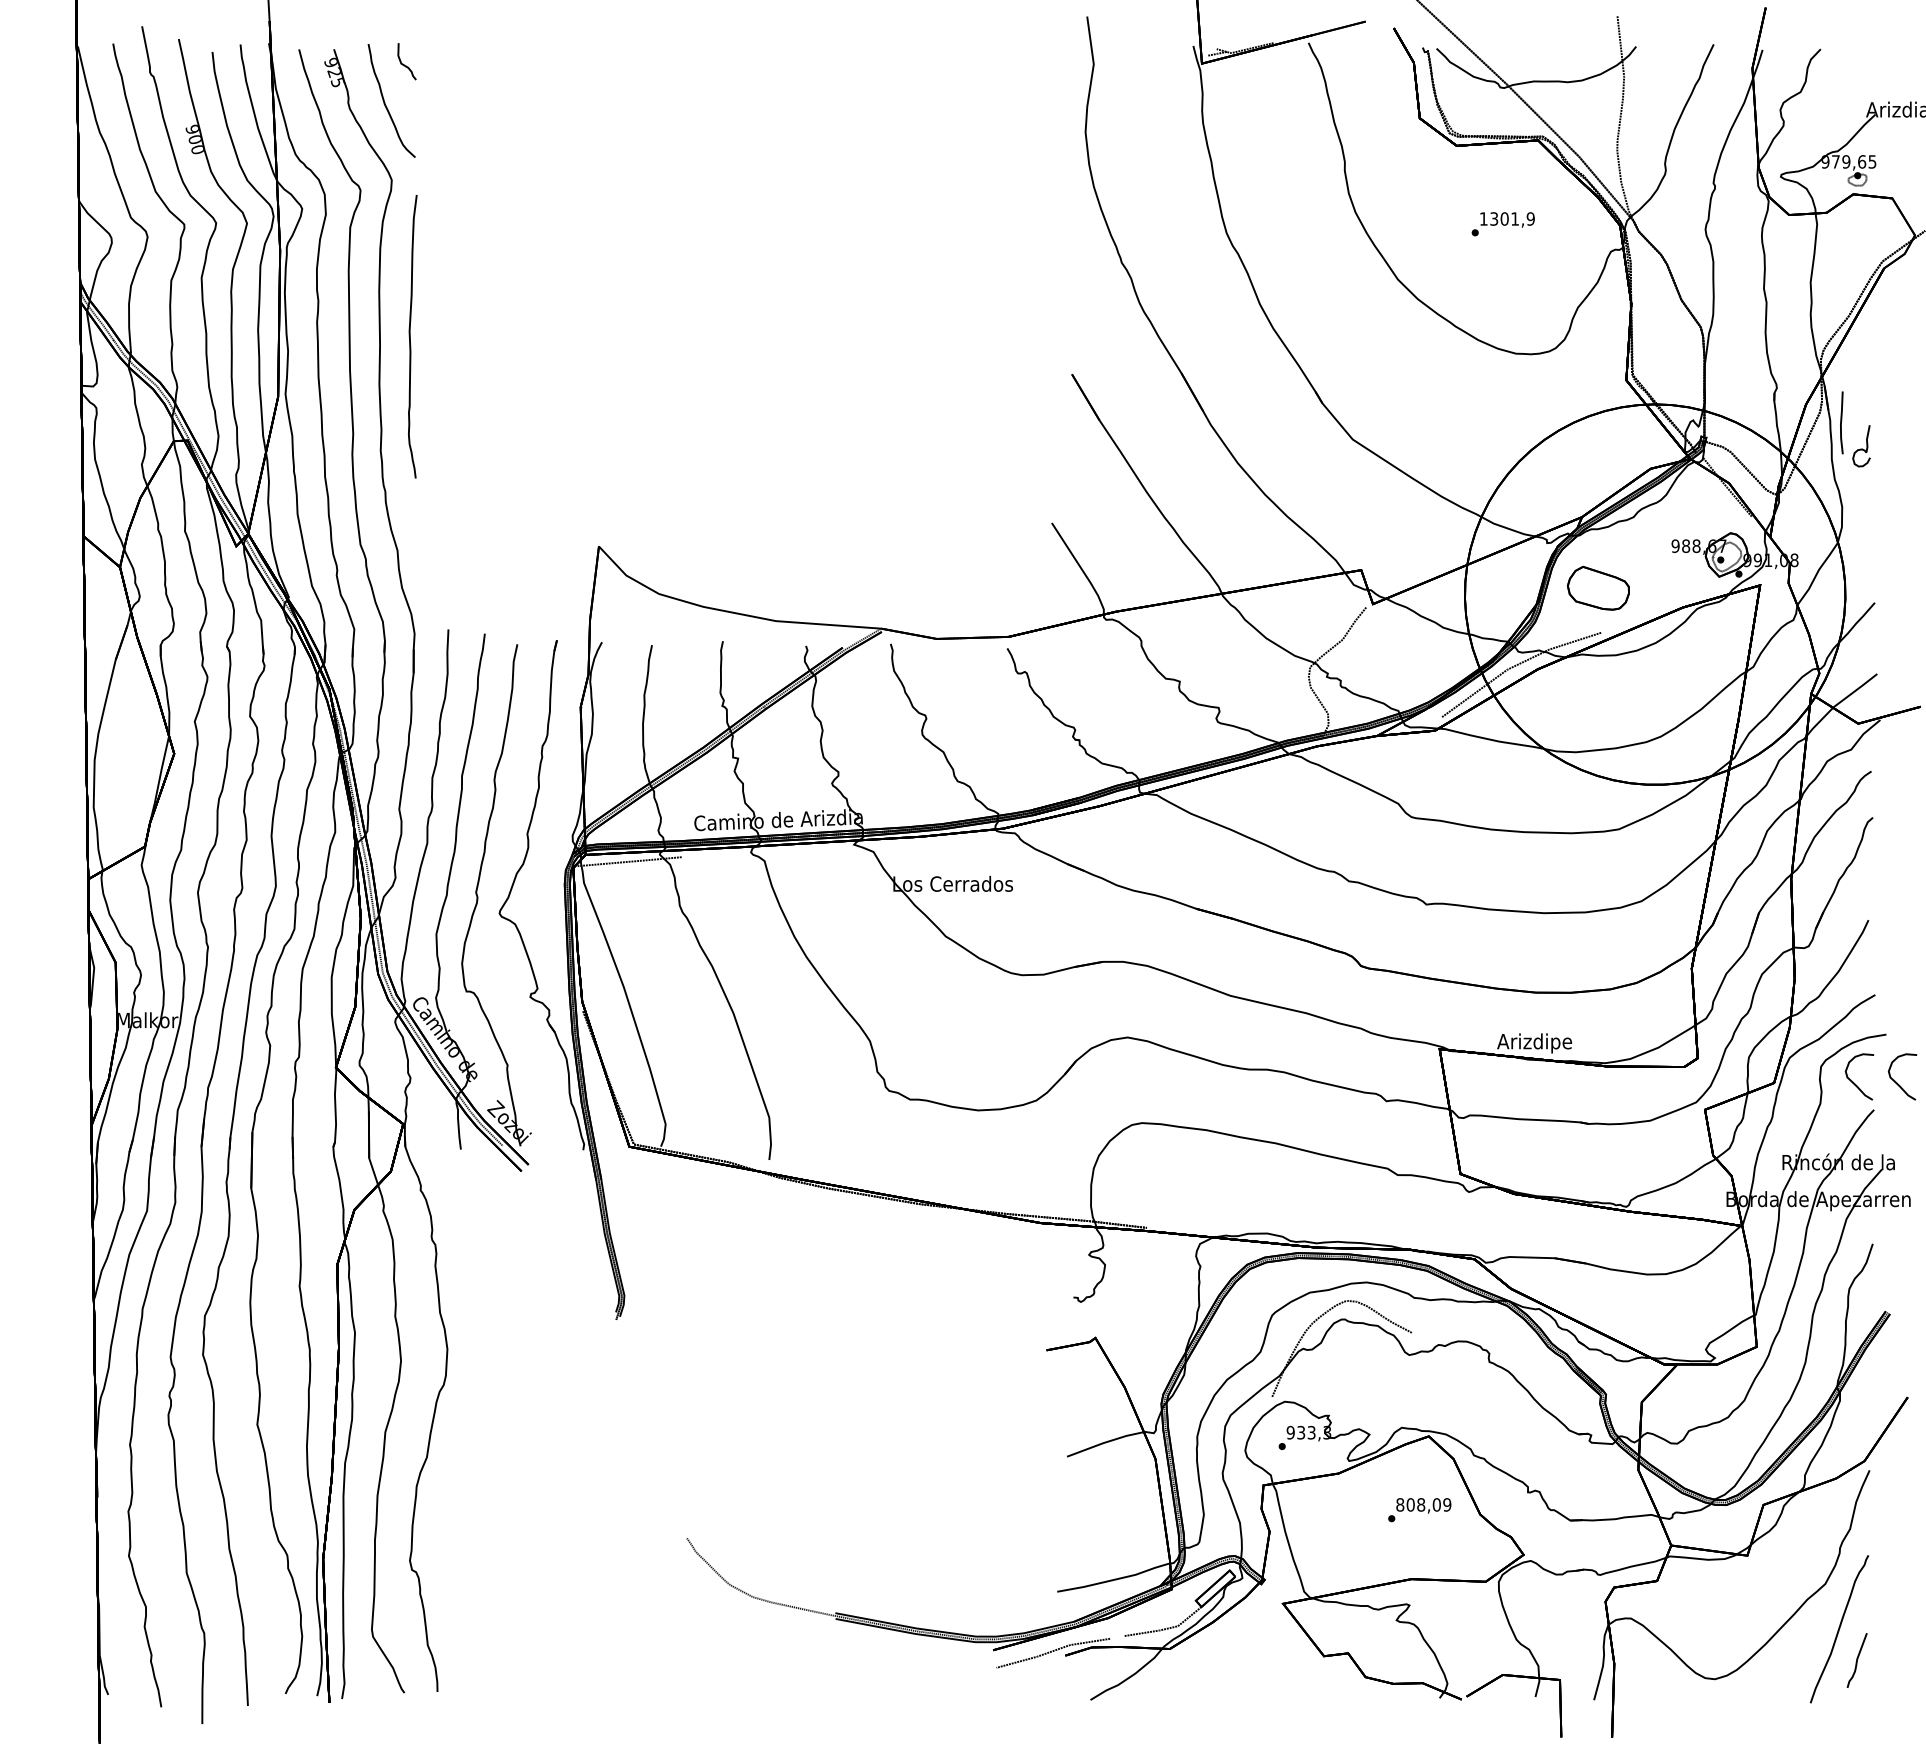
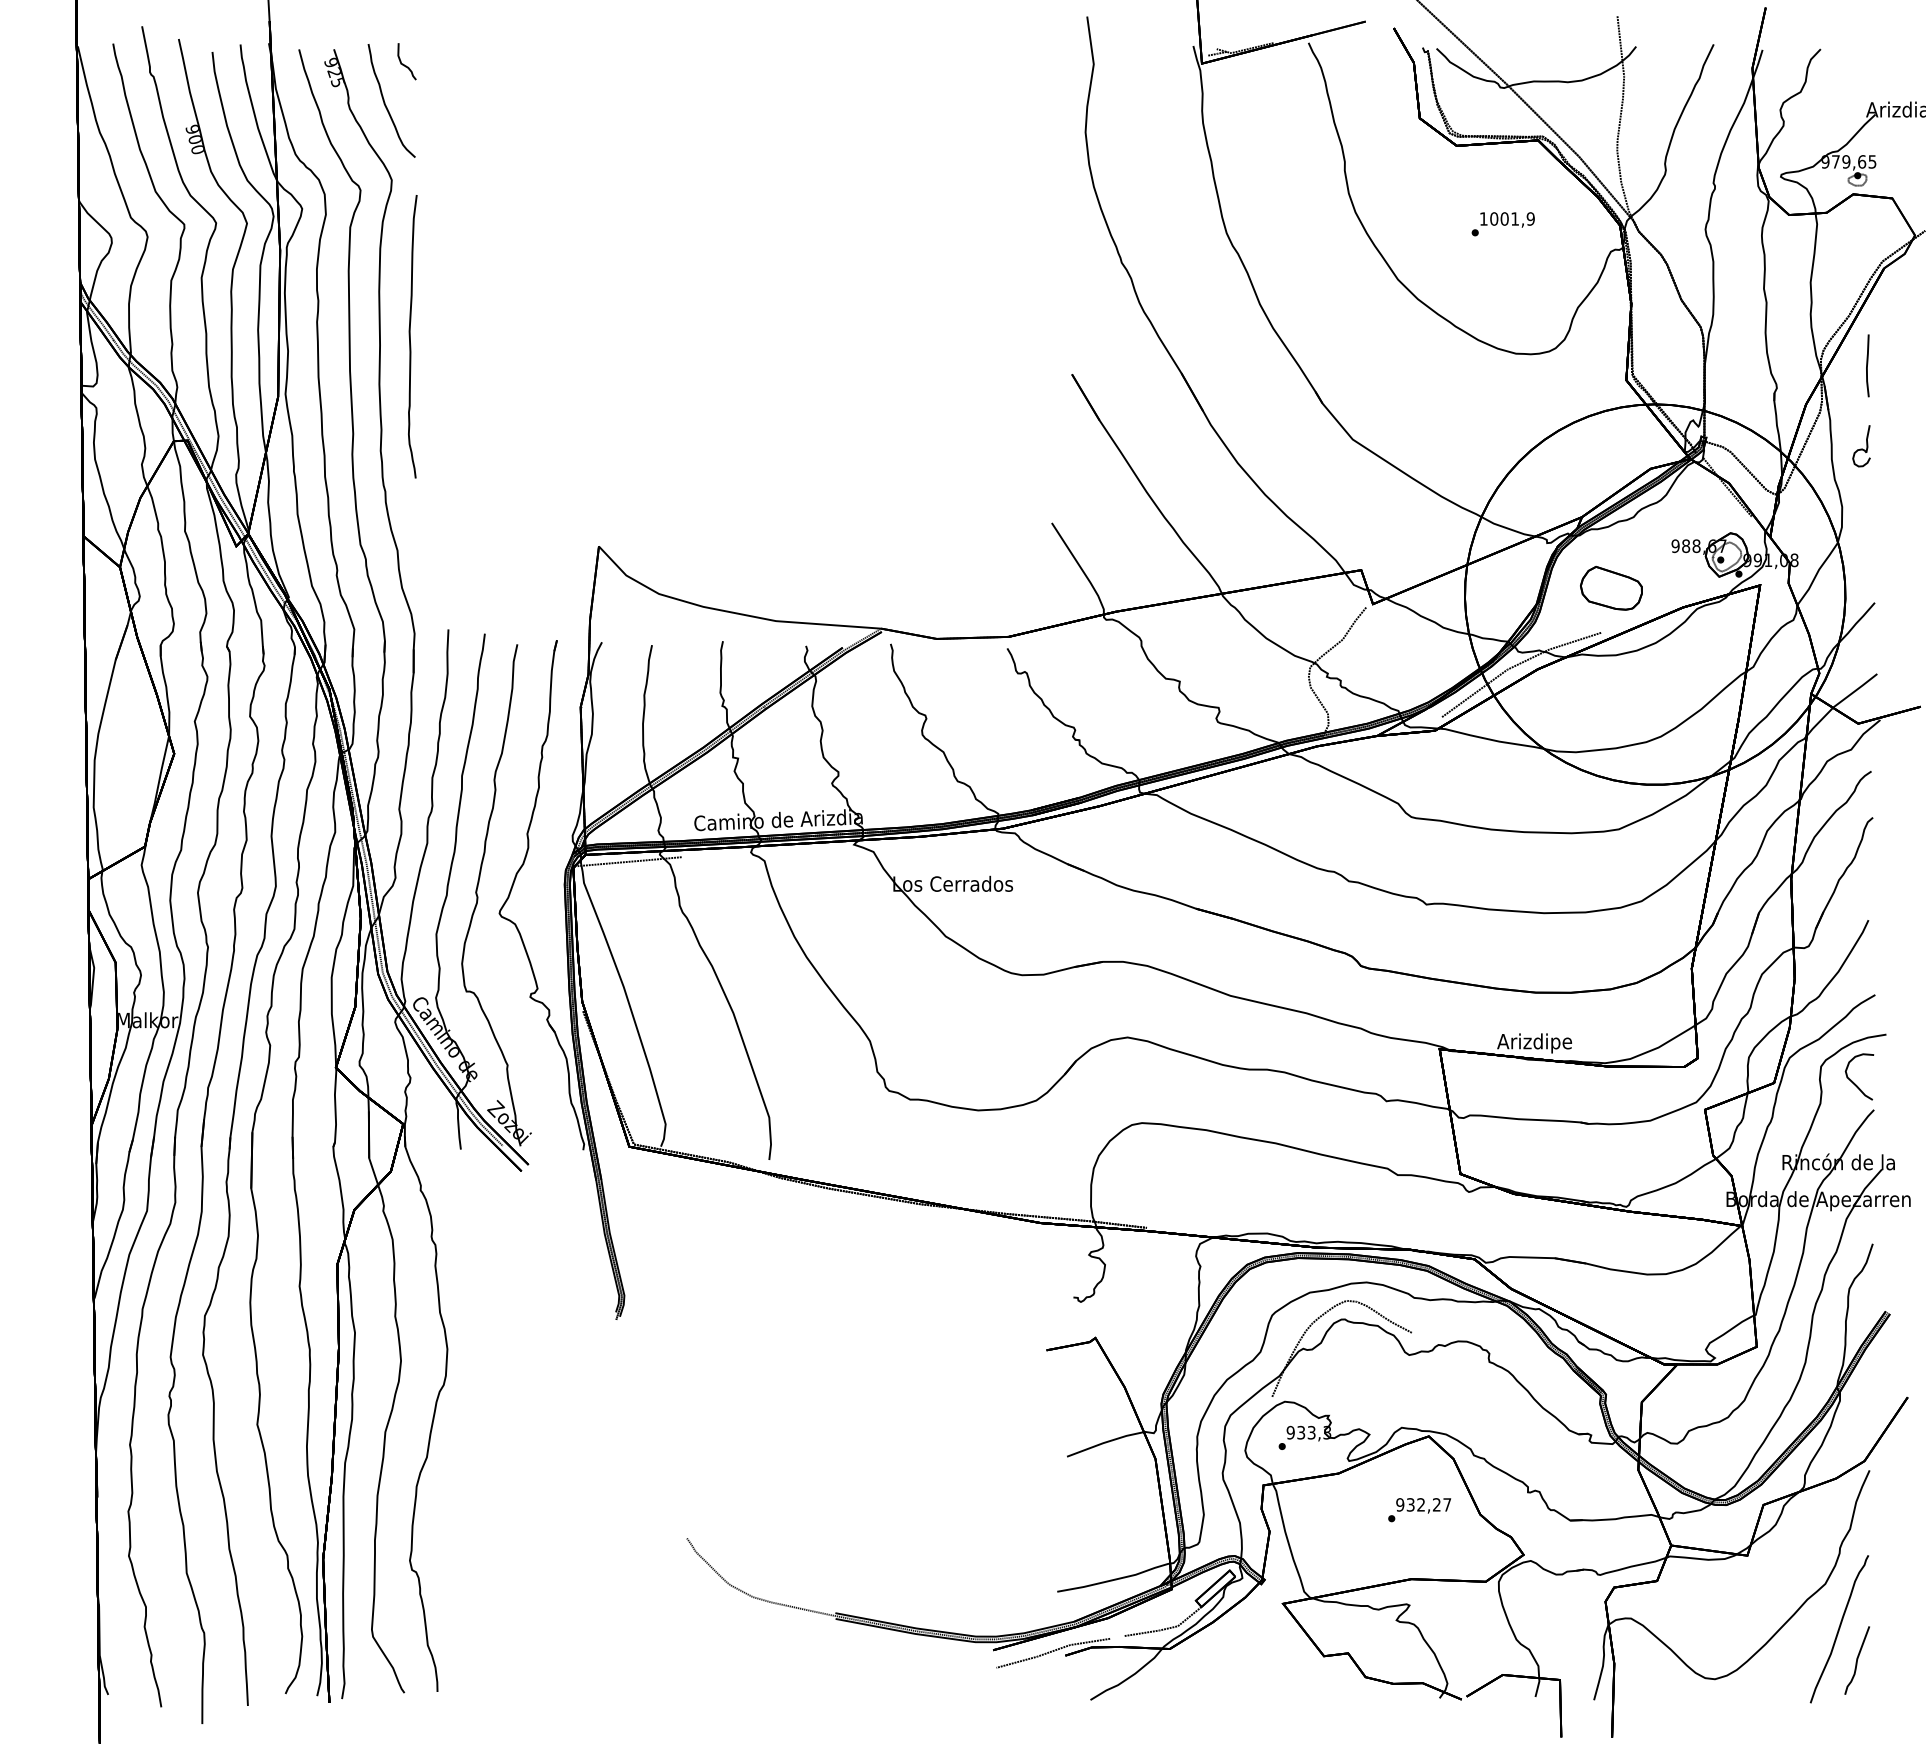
text at (1494, 218): 1301,9 -> 1001,9
line at (1841, 422) position: (1841, 422) -> (1867, 365)
part at (1598, 587) position: (1598, 587) -> (1611, 587)
curve at (1896, 1081): present -> none
text at (1423, 1504): 808,09 -> 932,27
part at (1856, 1660) size: 22x55 px -> 26x69 px
